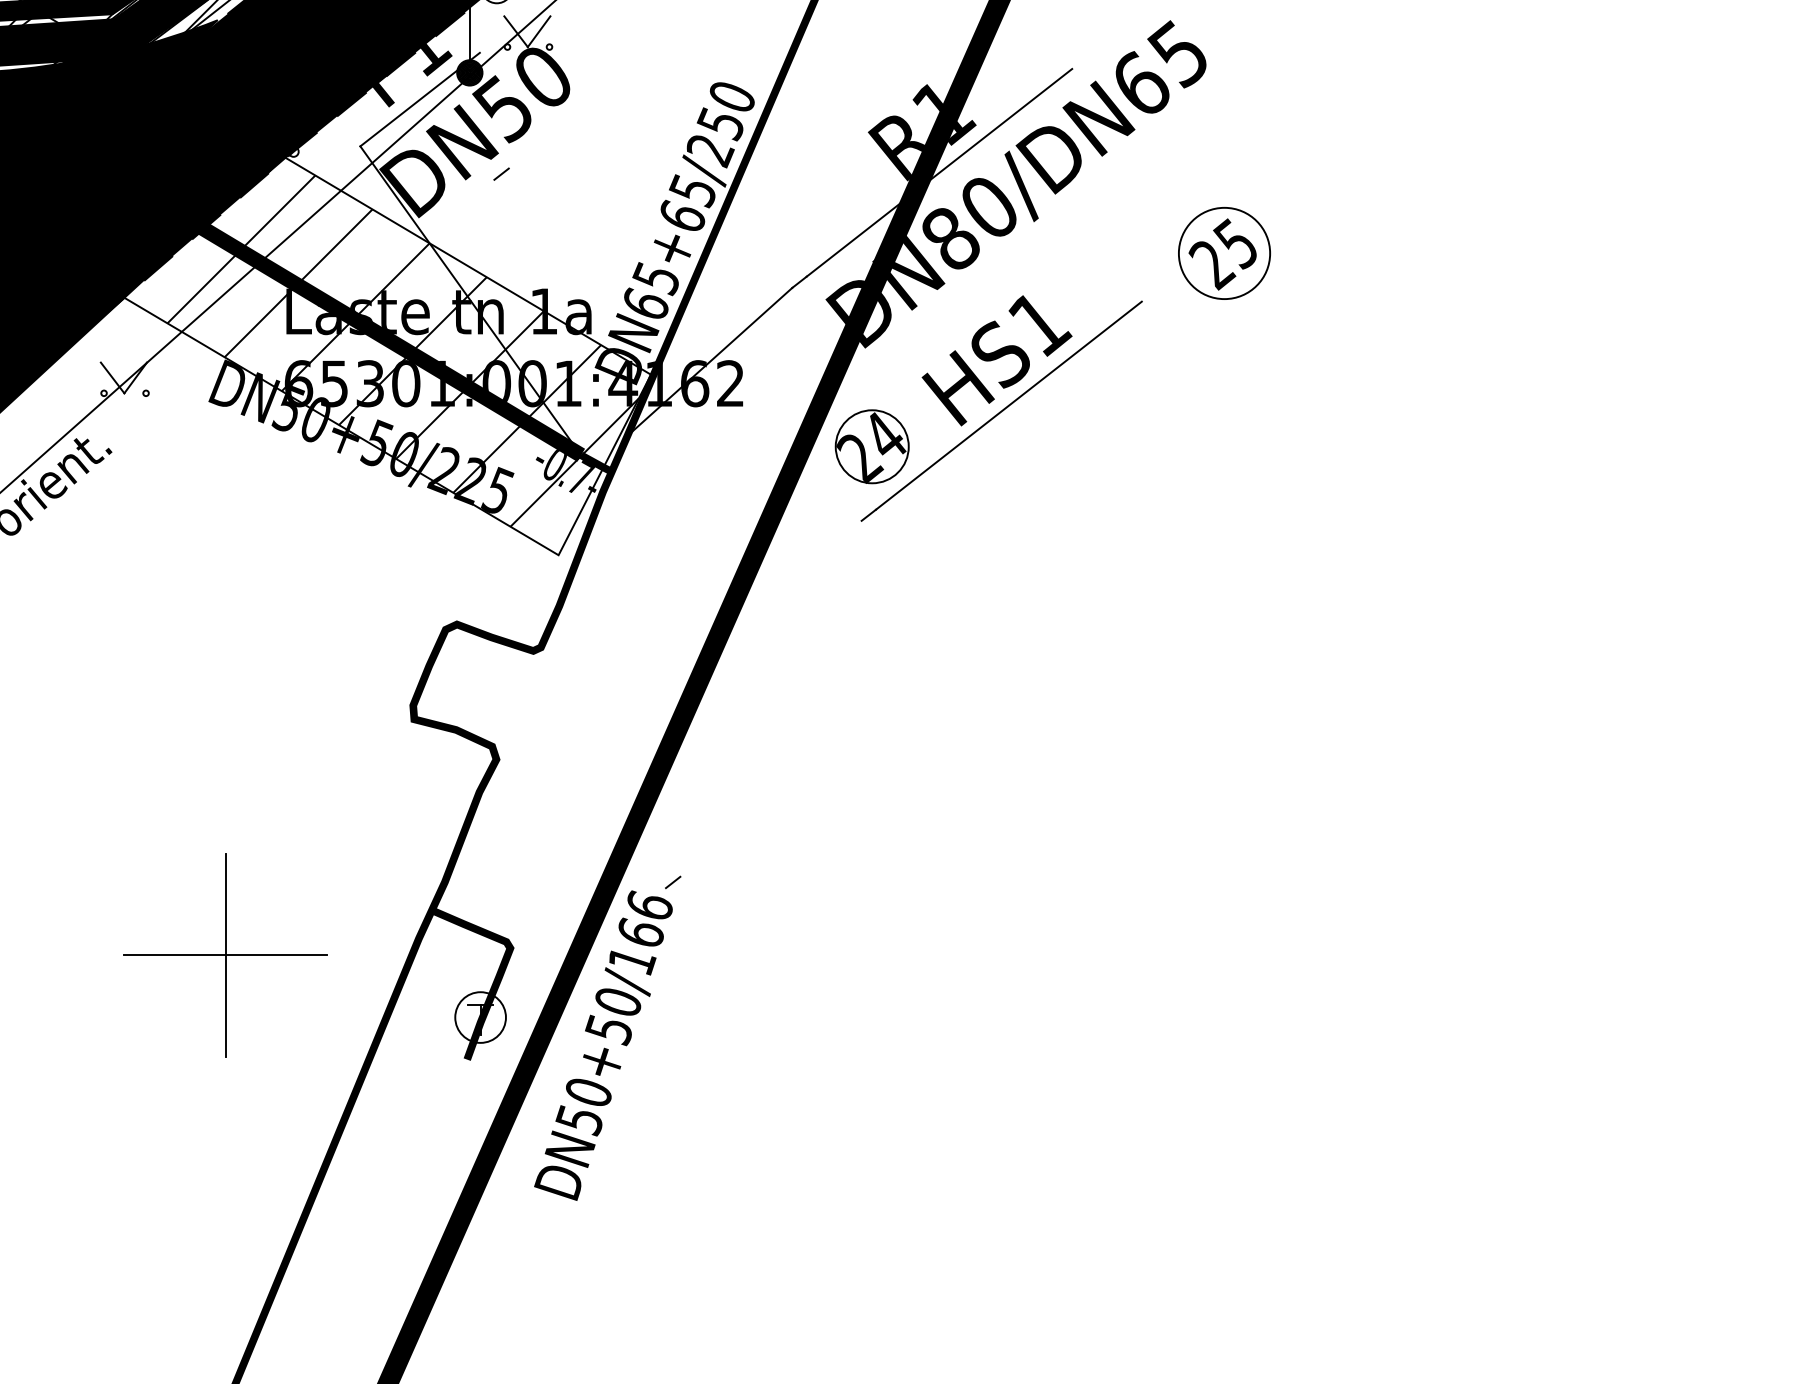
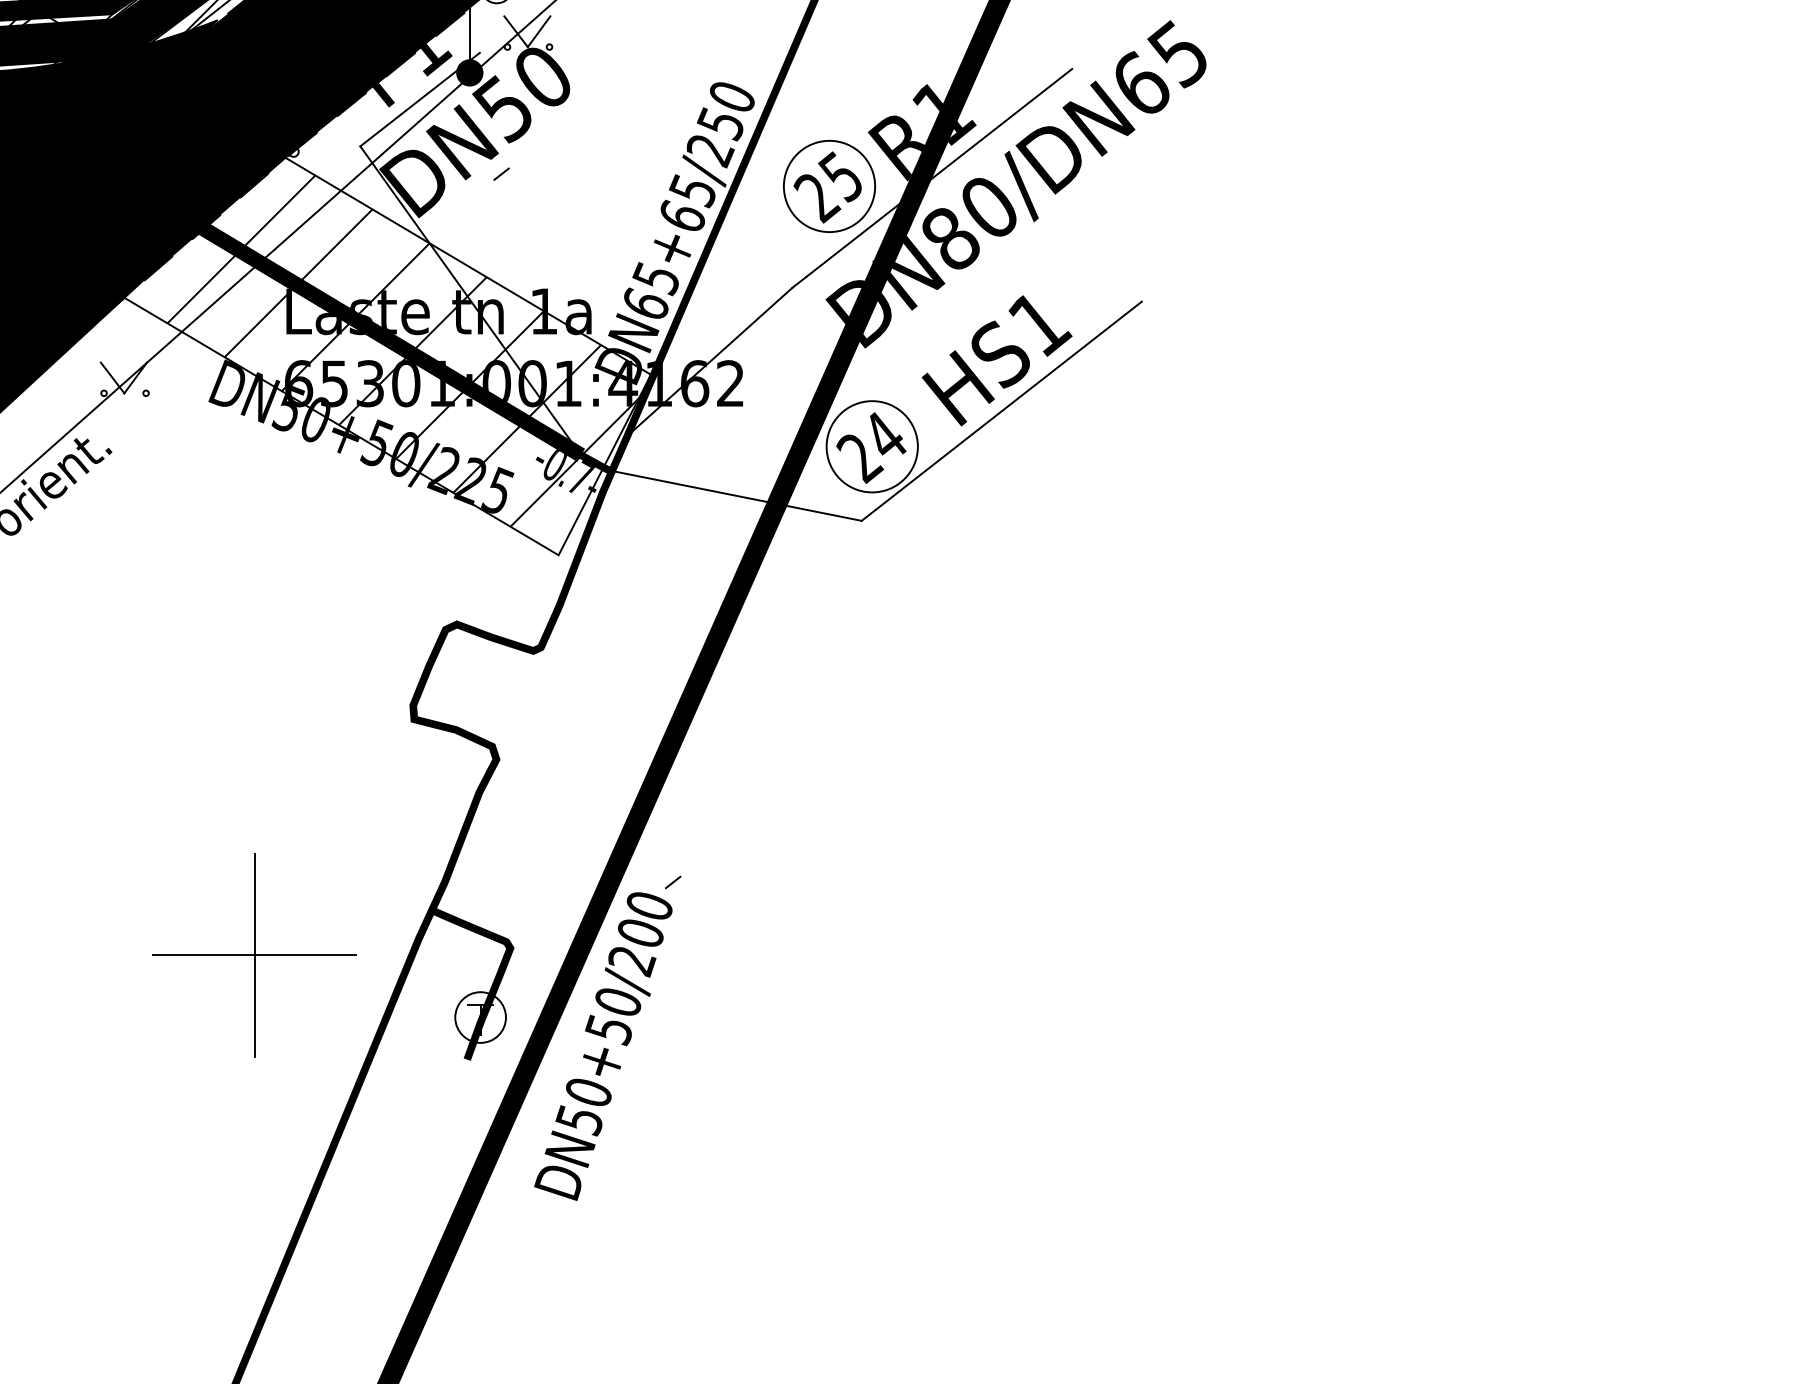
part at (1224, 253) position: (1224, 253) -> (829, 186)
circle at (871, 446) diameter: 73 px -> 91 px
line at (737, 495): none -> present
text at (640, 933): DN50+50/166 -> DN50+50/200
part at (225, 955) position: (225, 955) -> (254, 955)
